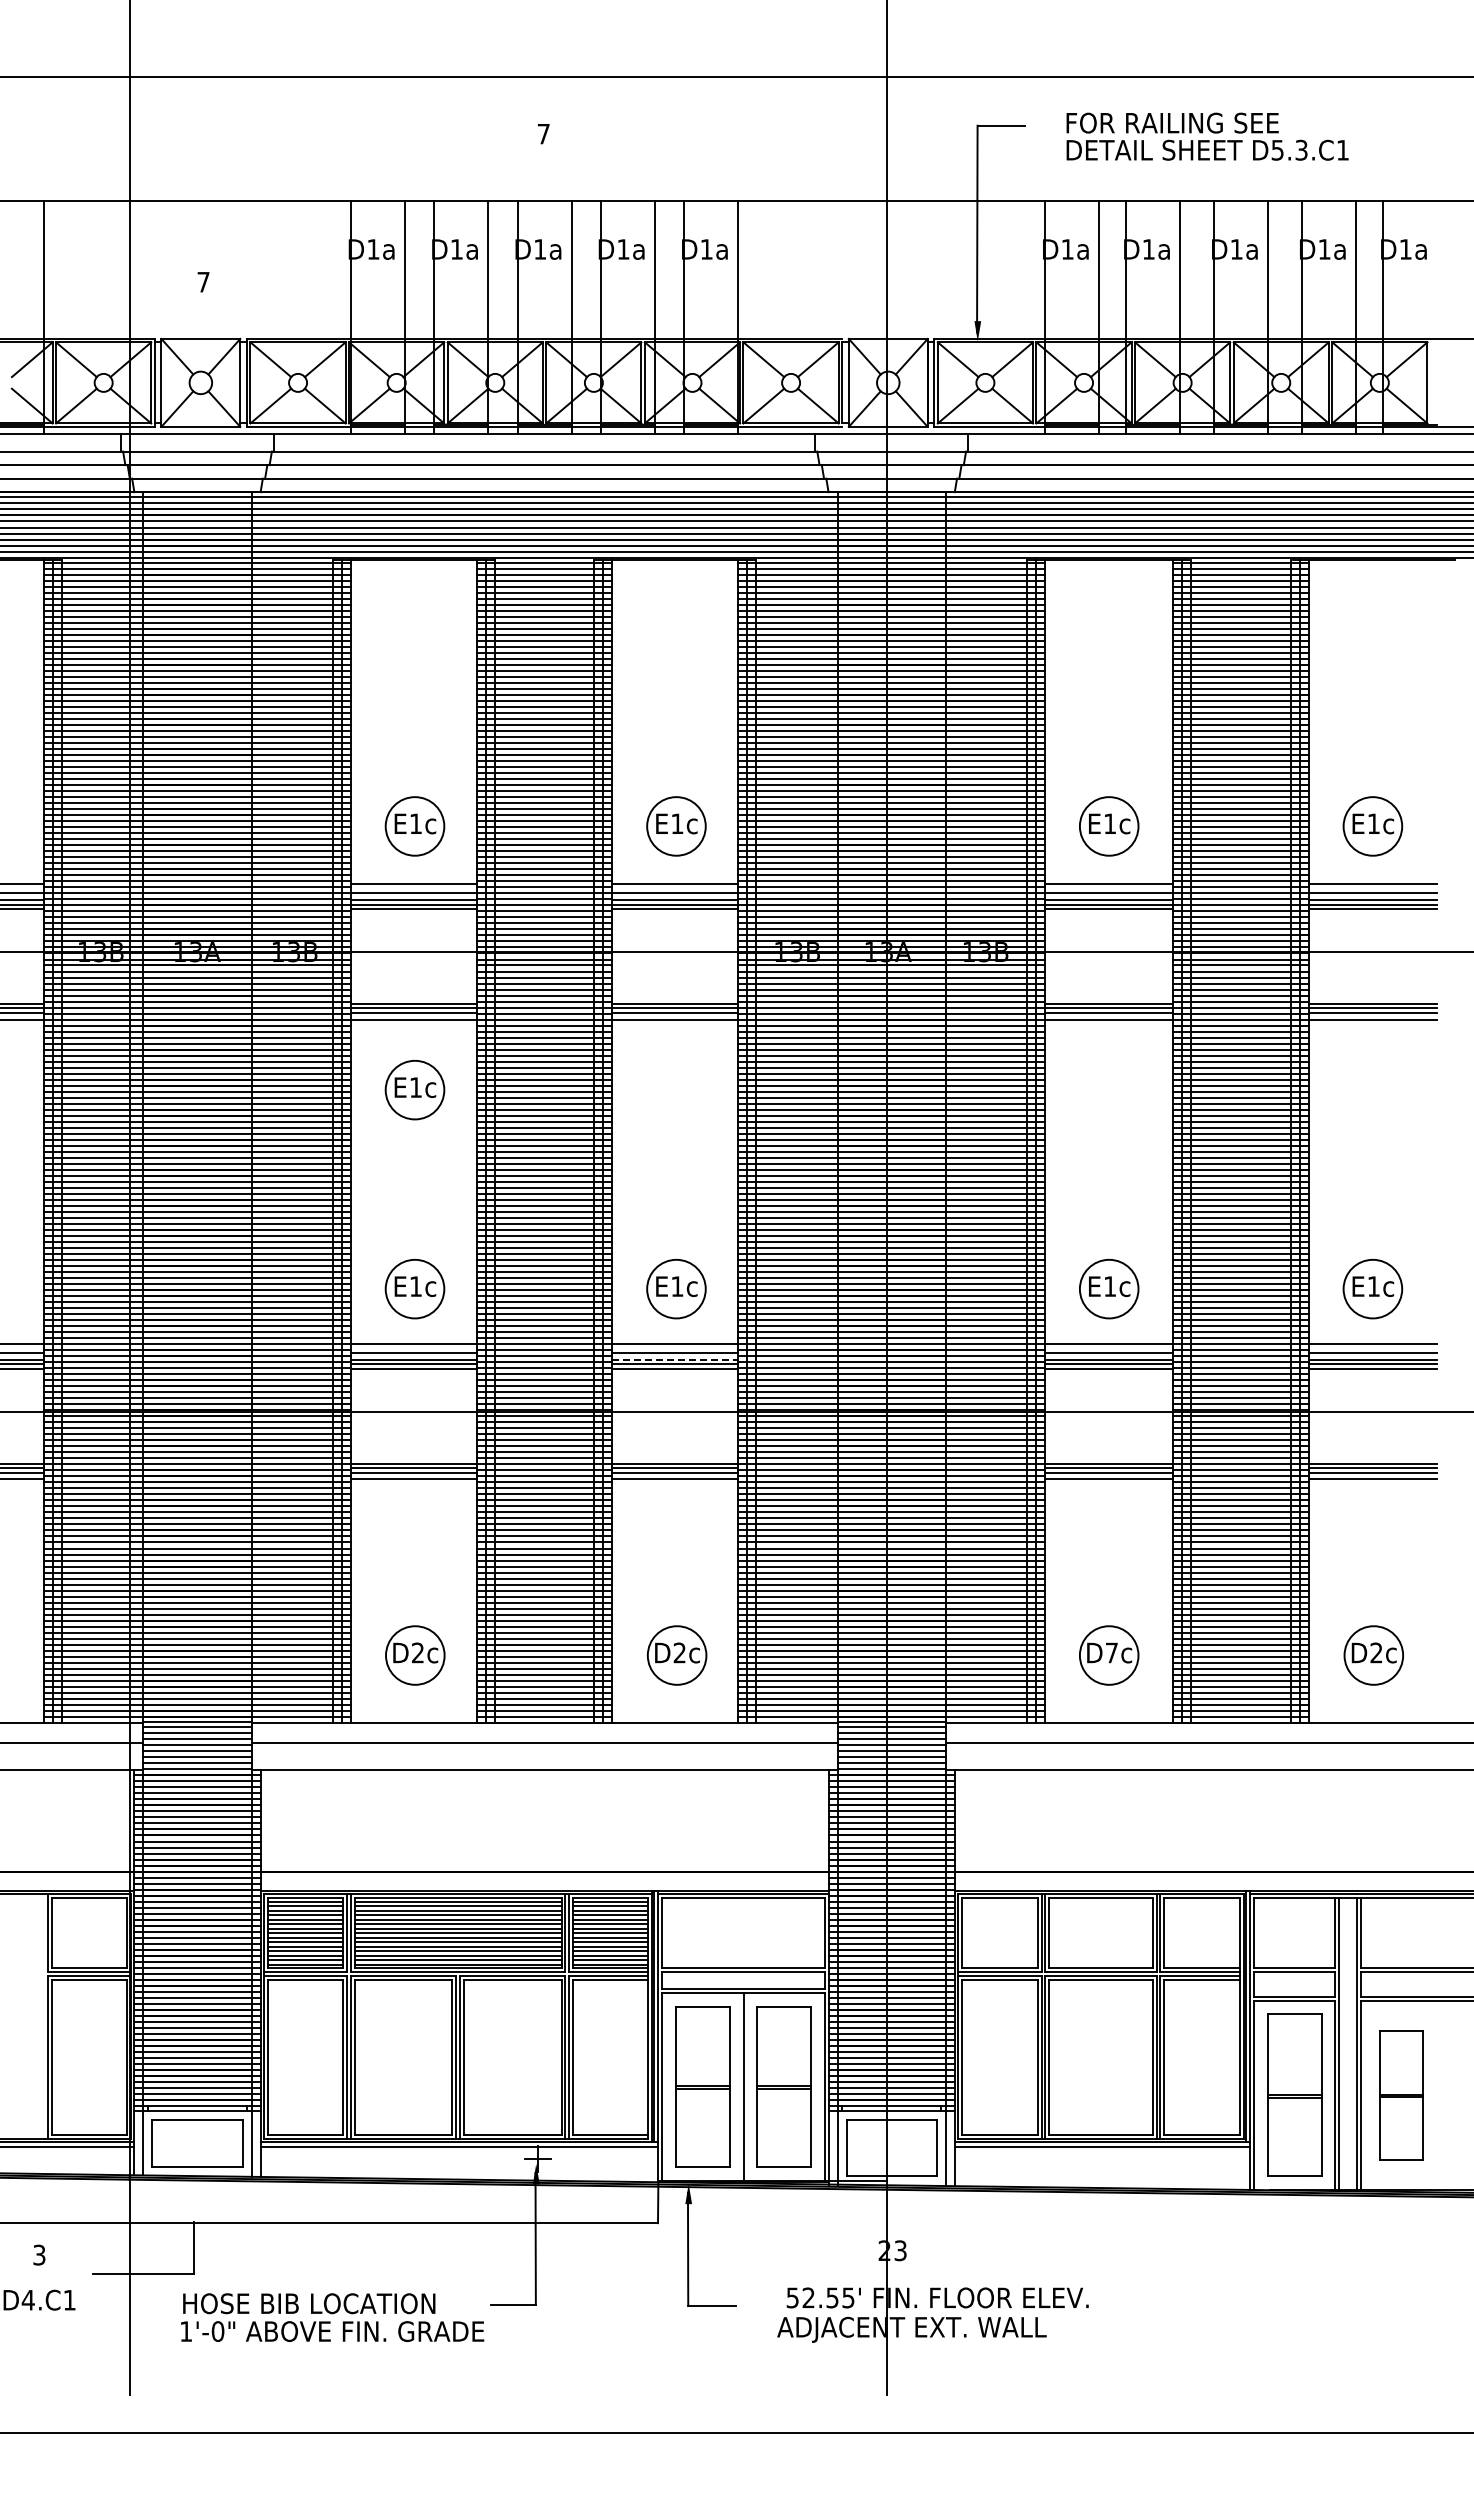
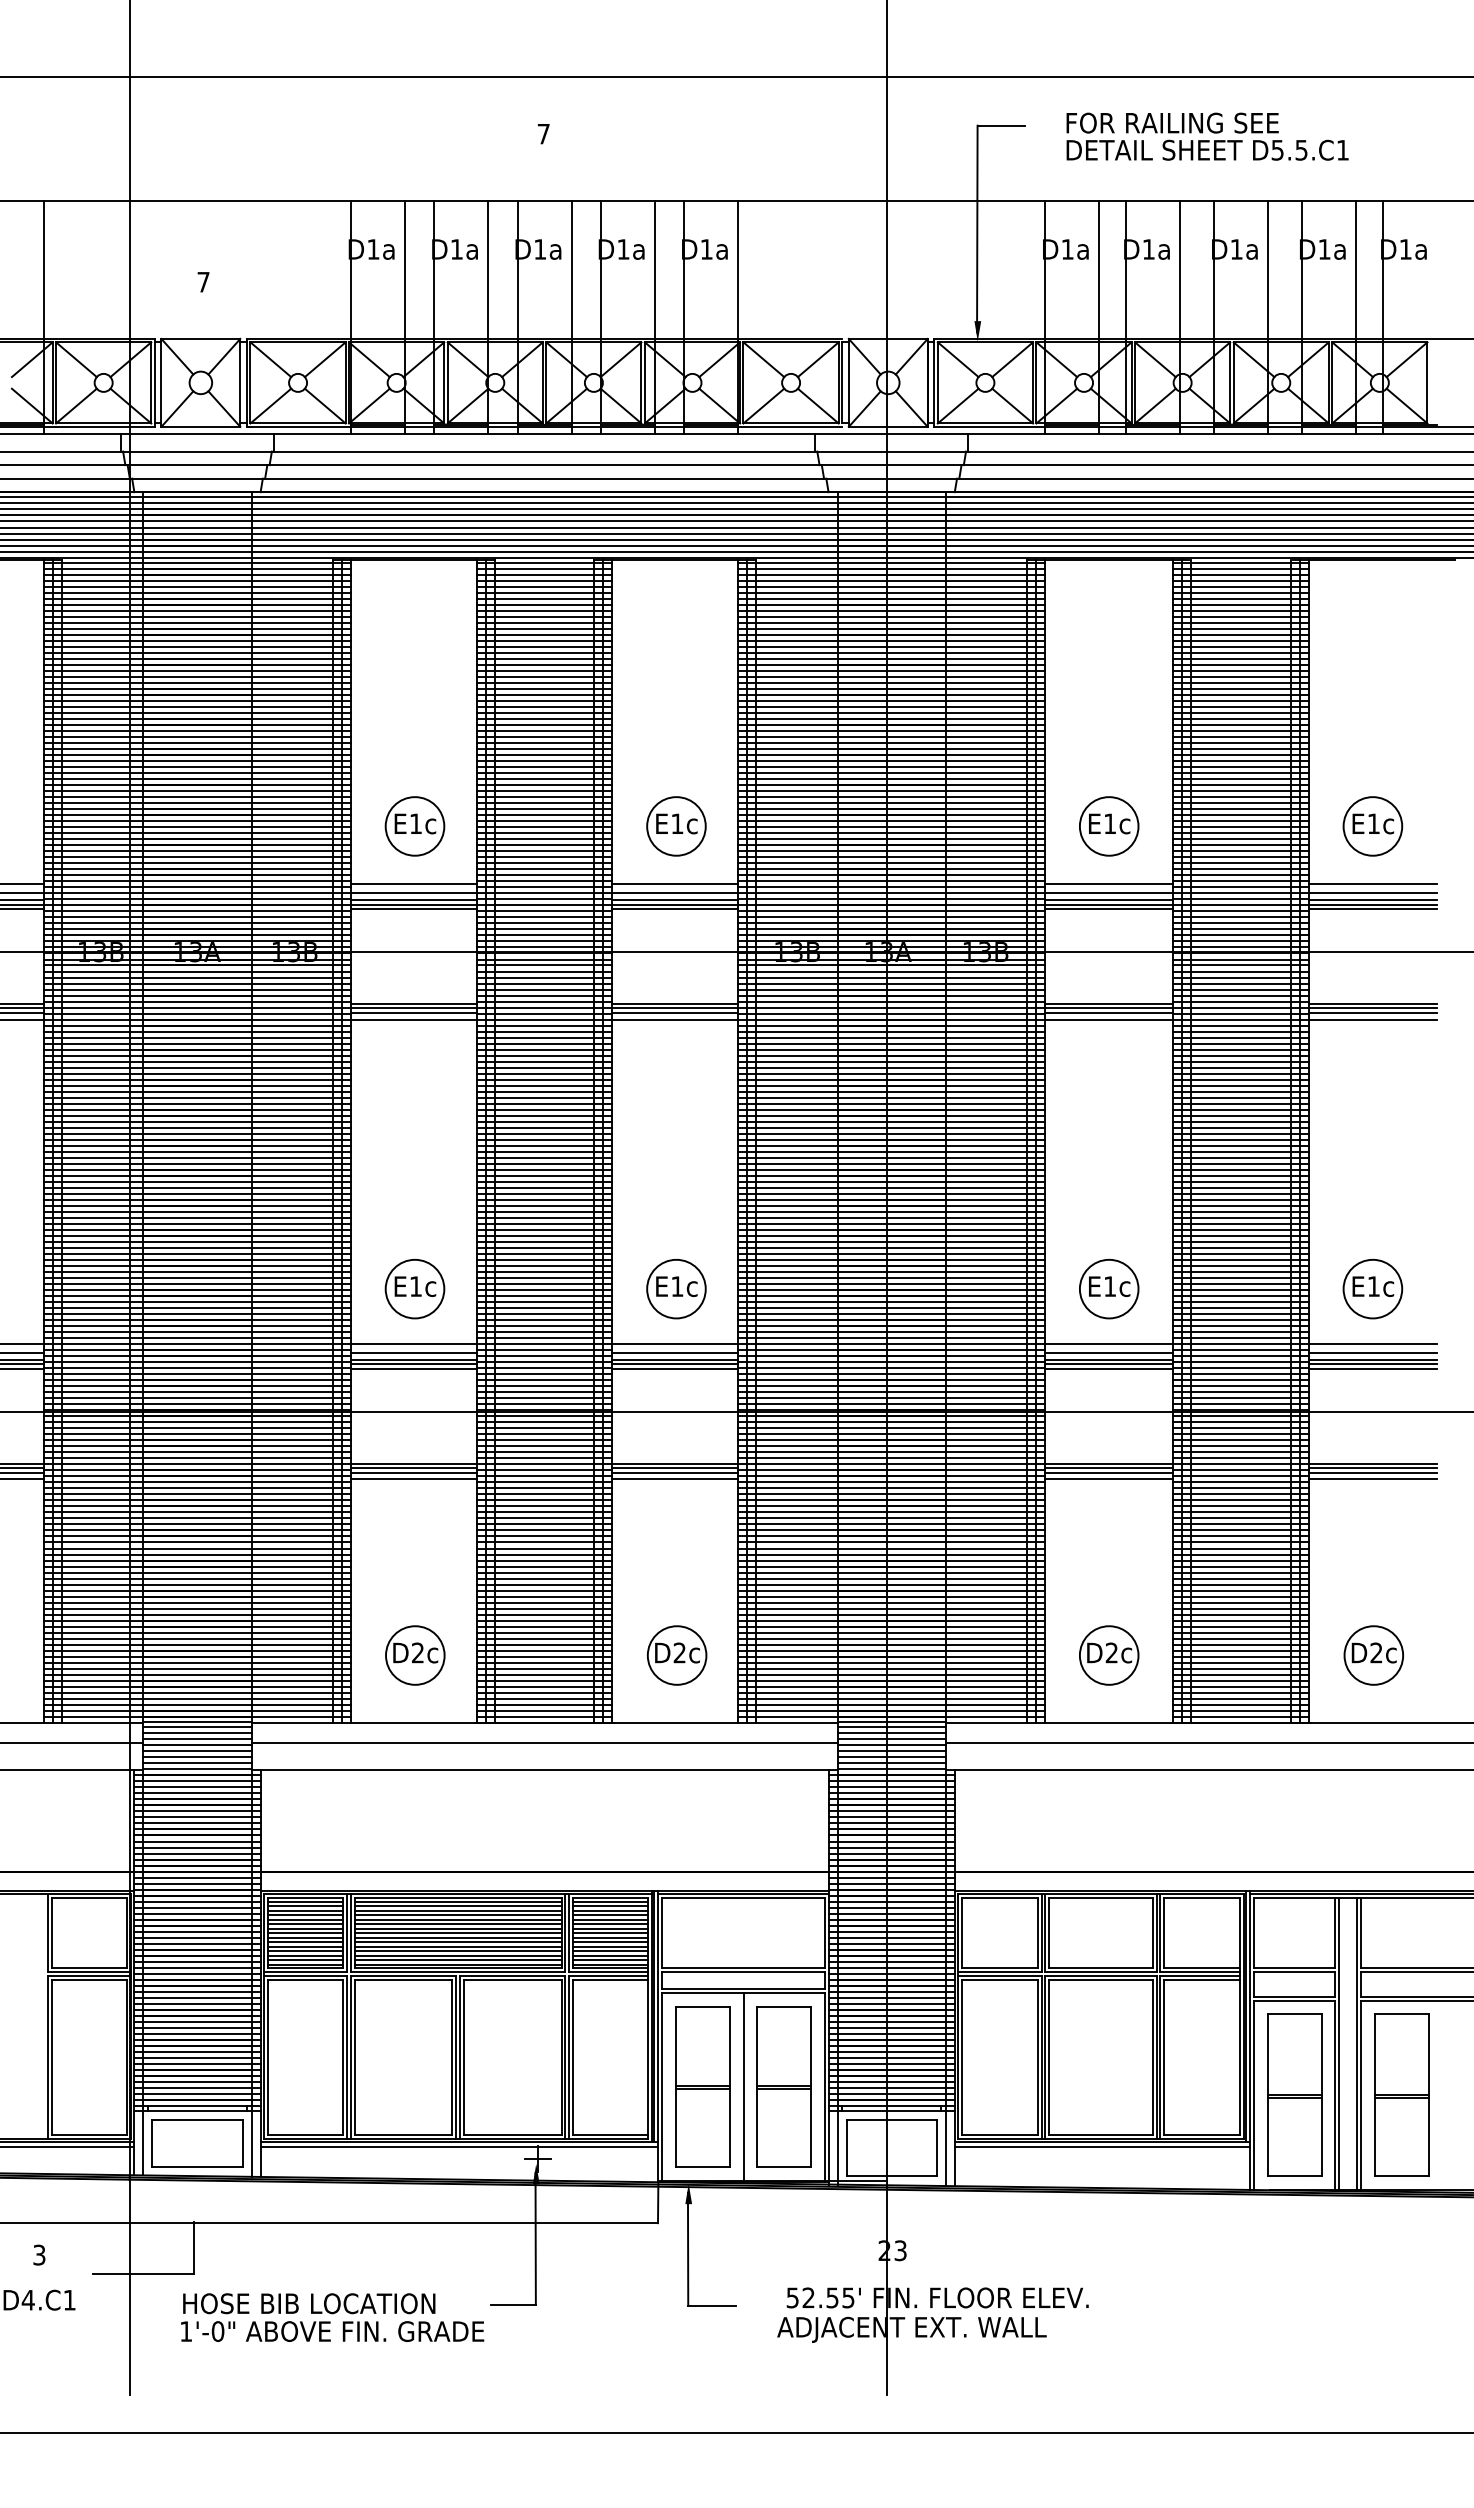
text at (1301, 149): D5.3.C1 -> D5.5.C1
part at (414, 1090): present -> none
line at (675, 1359): dashed -> solid
text at (1111, 1652): D7c -> D2c
part at (1401, 2095) size: 45x131 px -> 56x164 px
